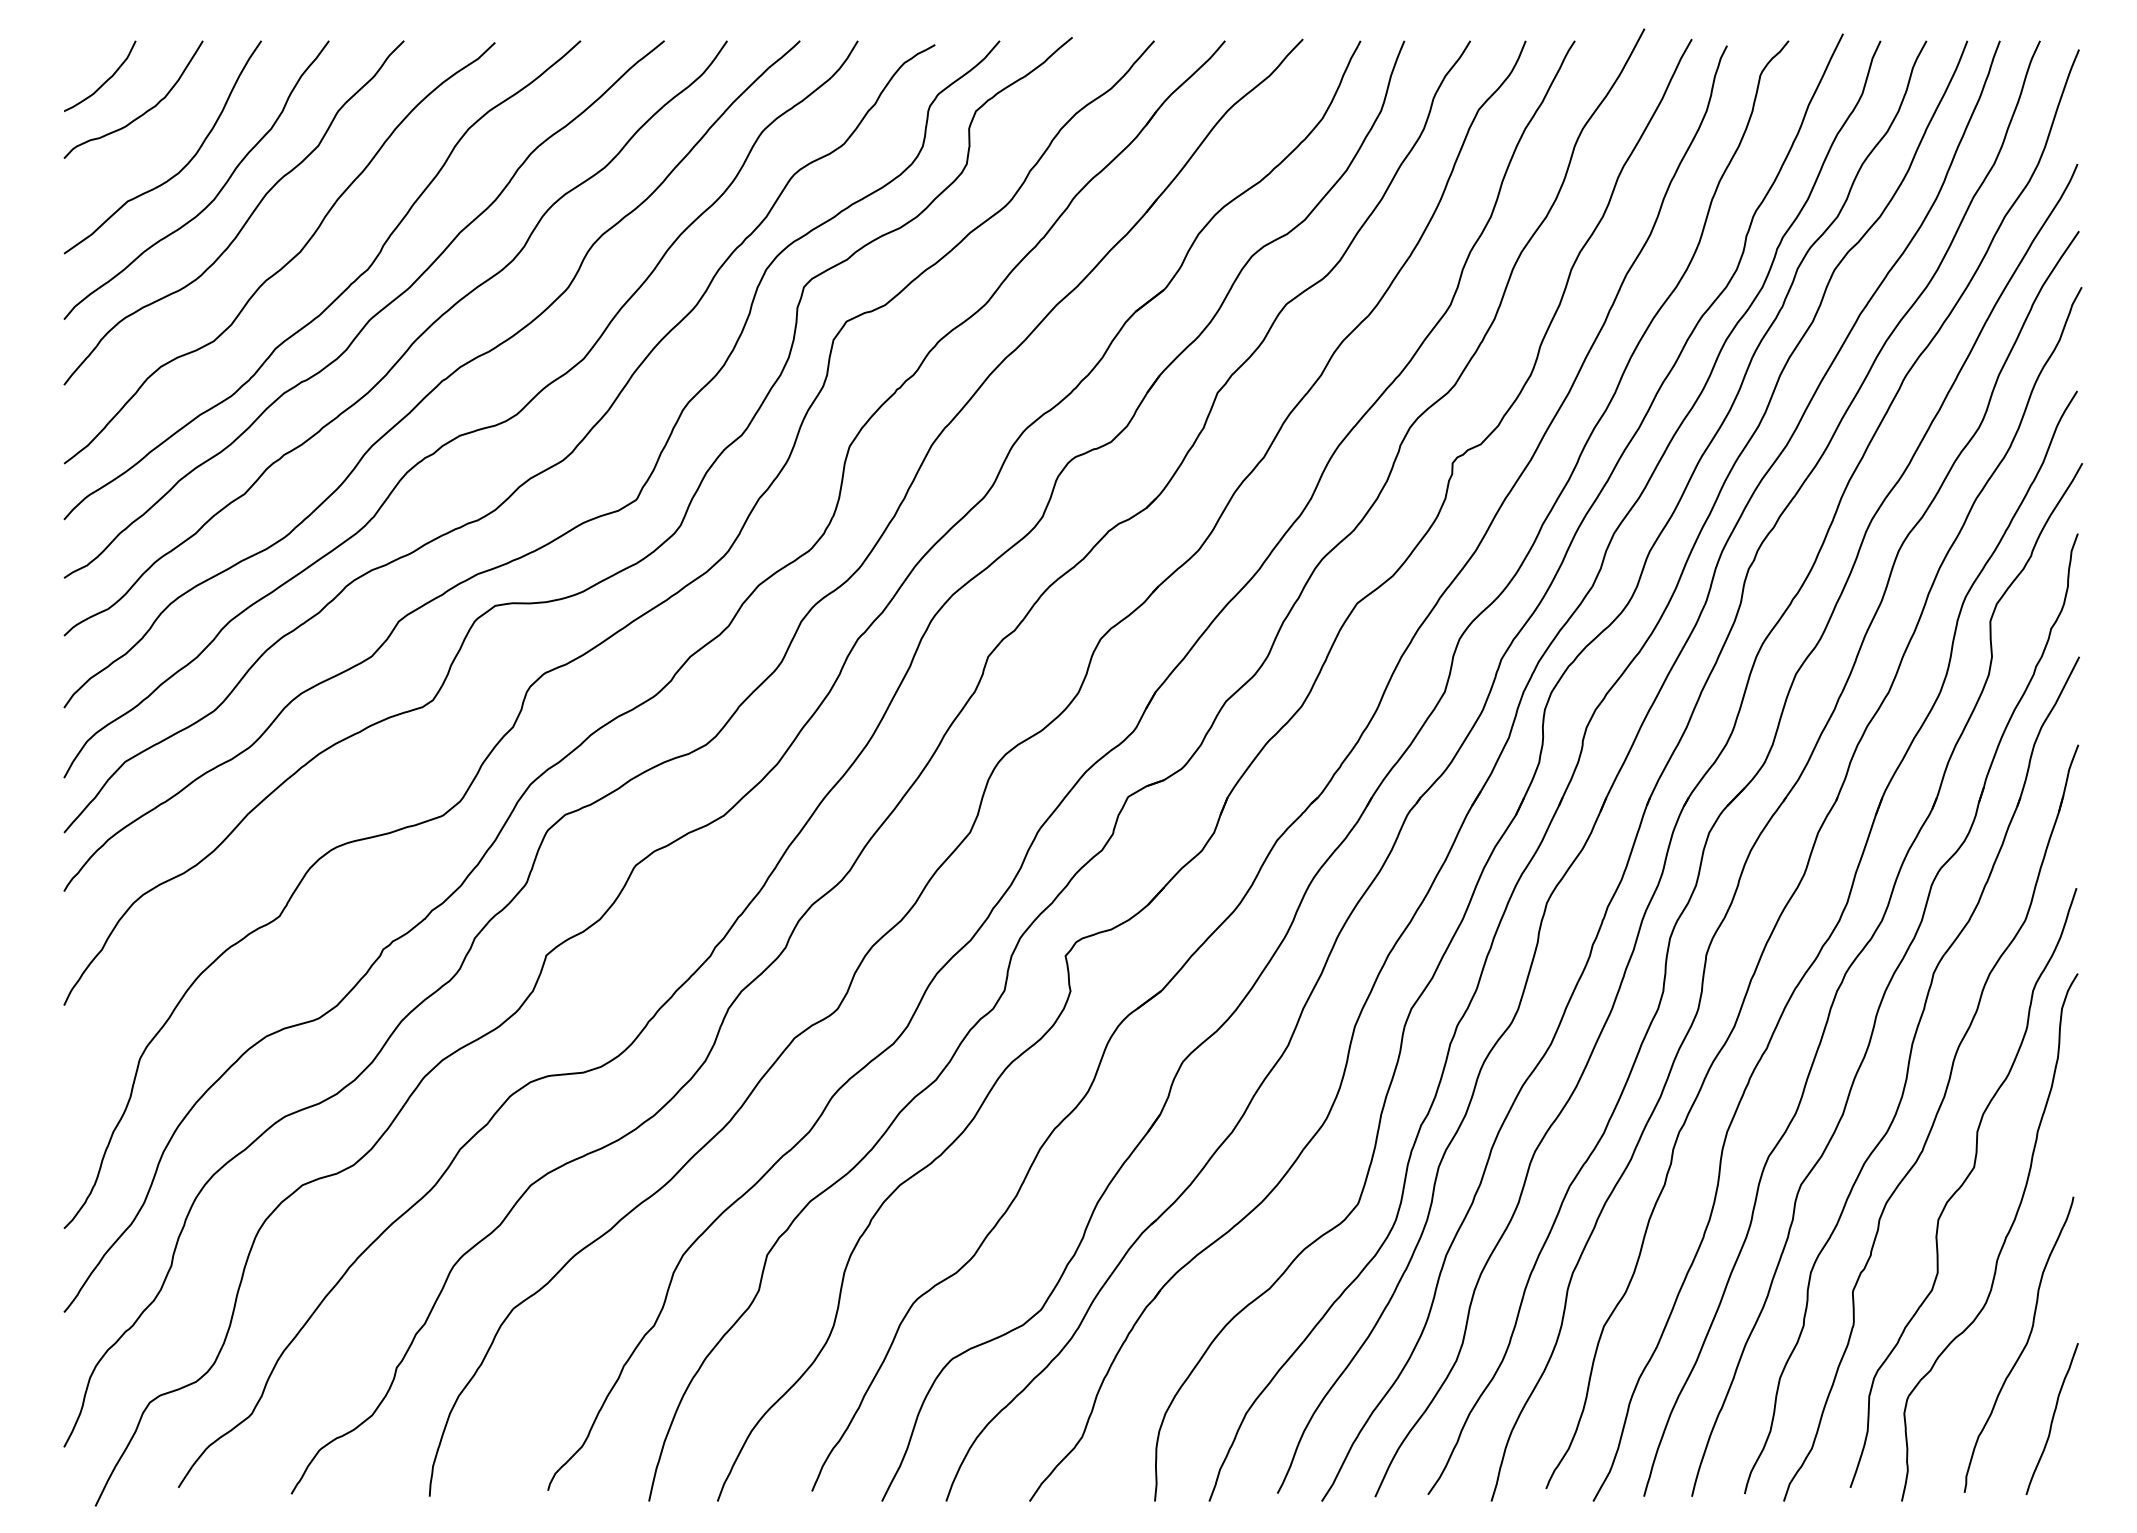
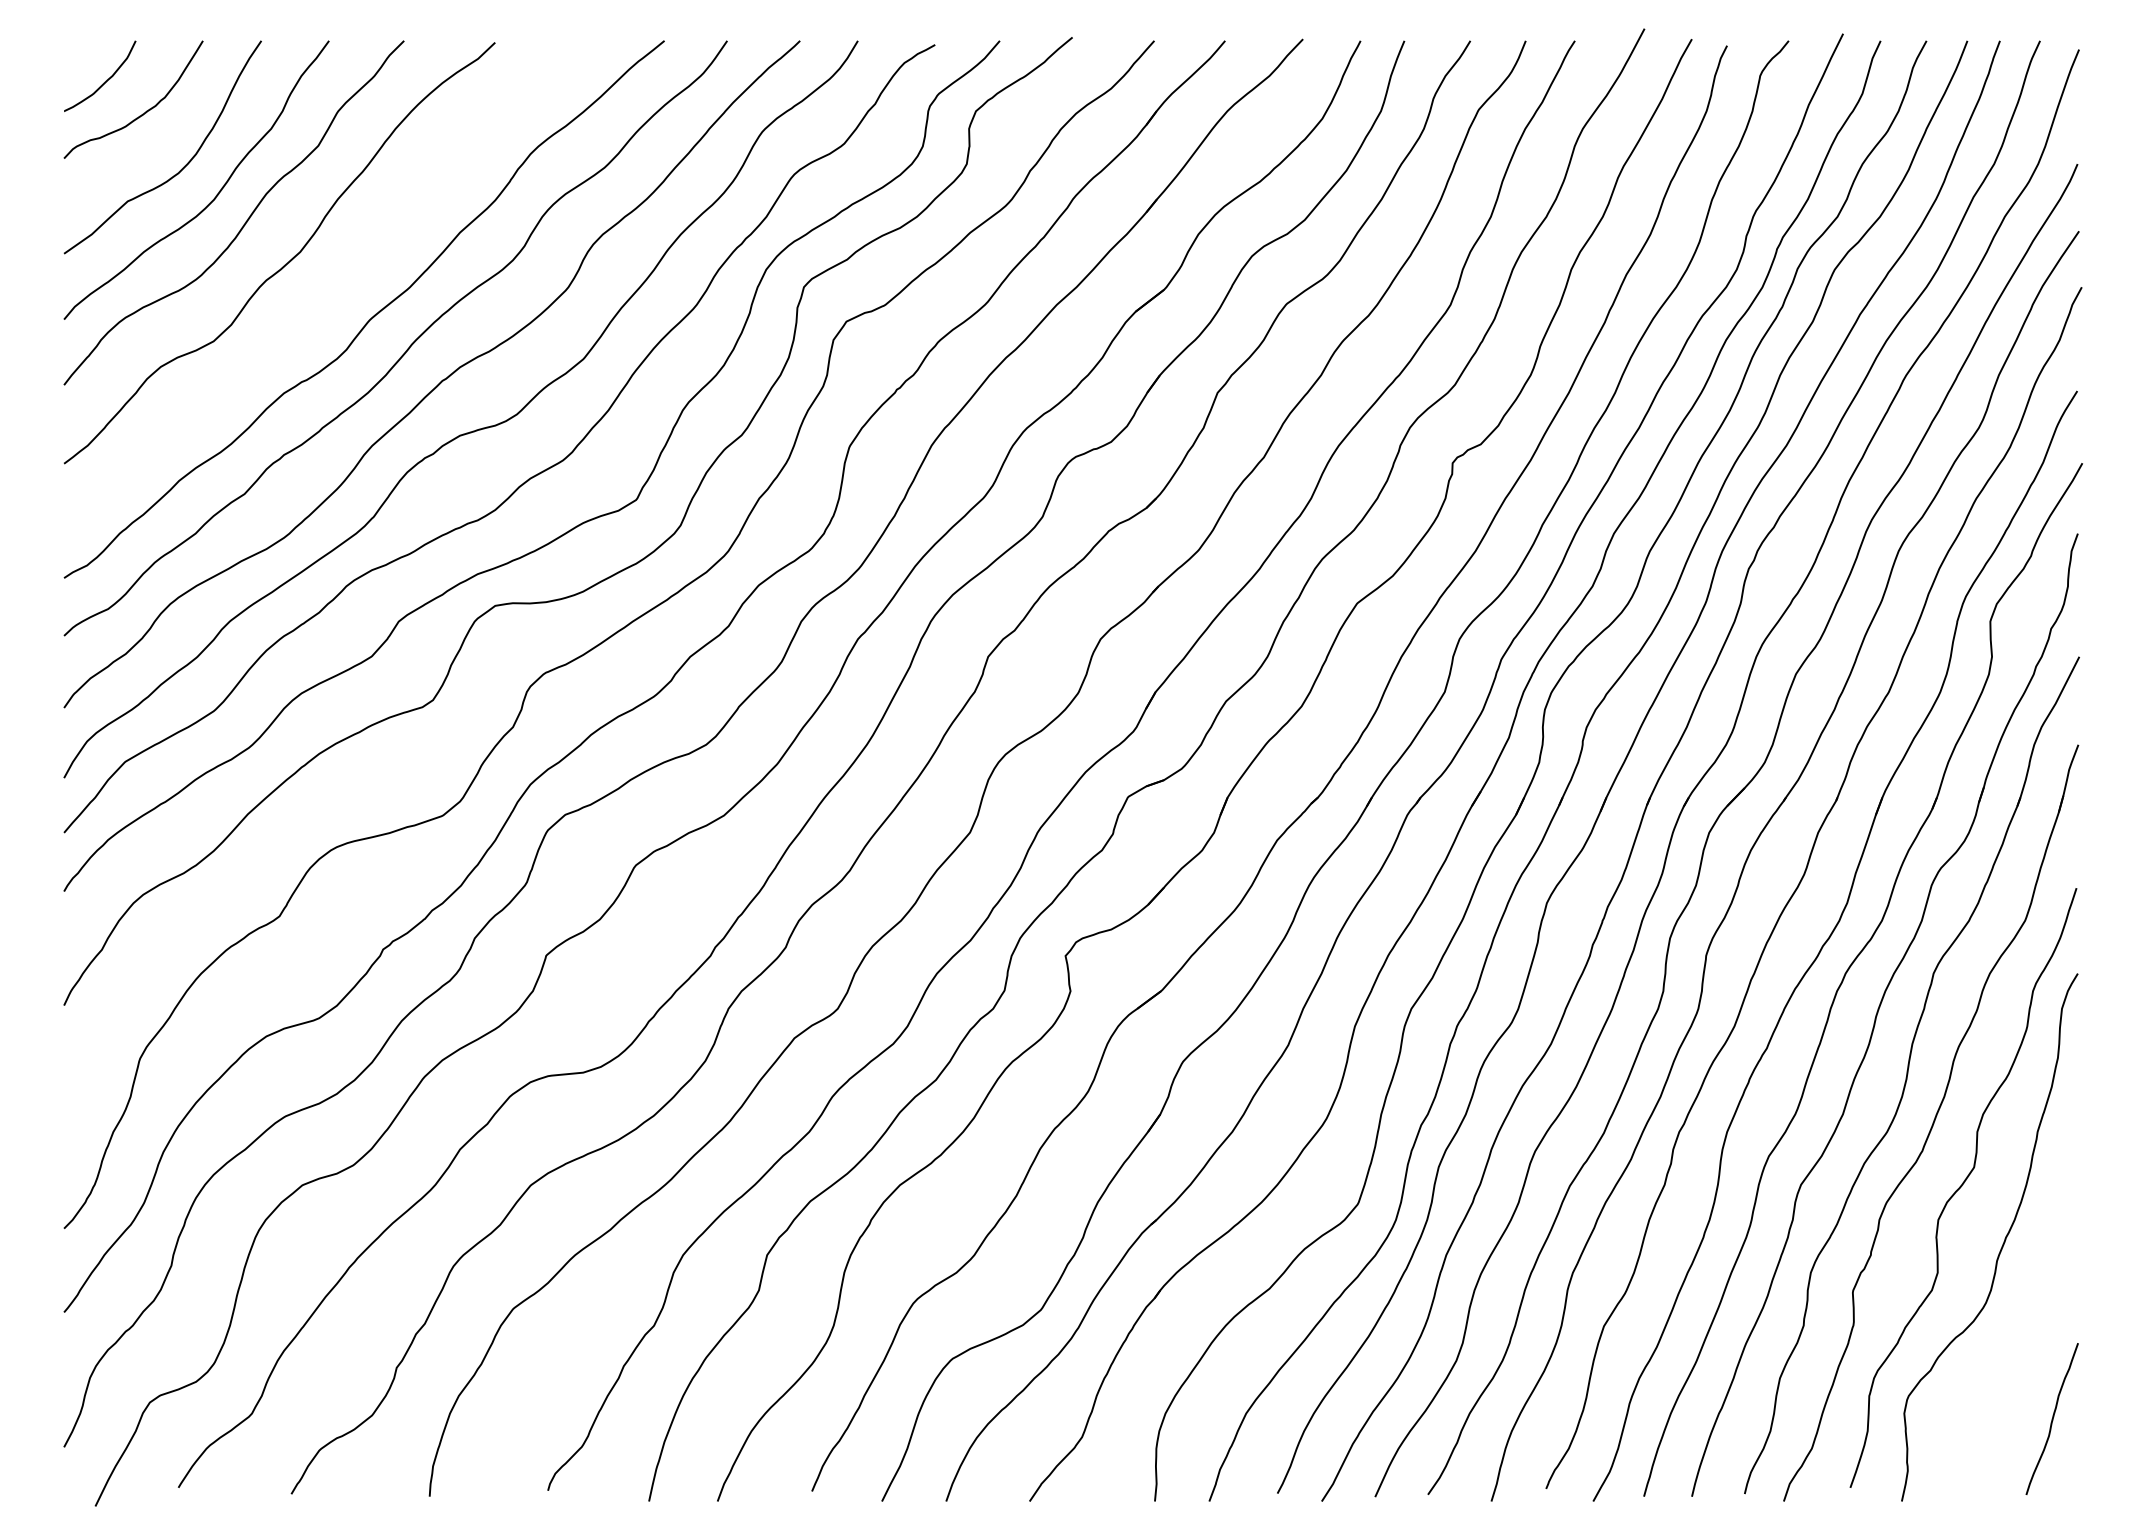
curve at (338, 295): present -> none
curve at (2023, 1347): present -> none
